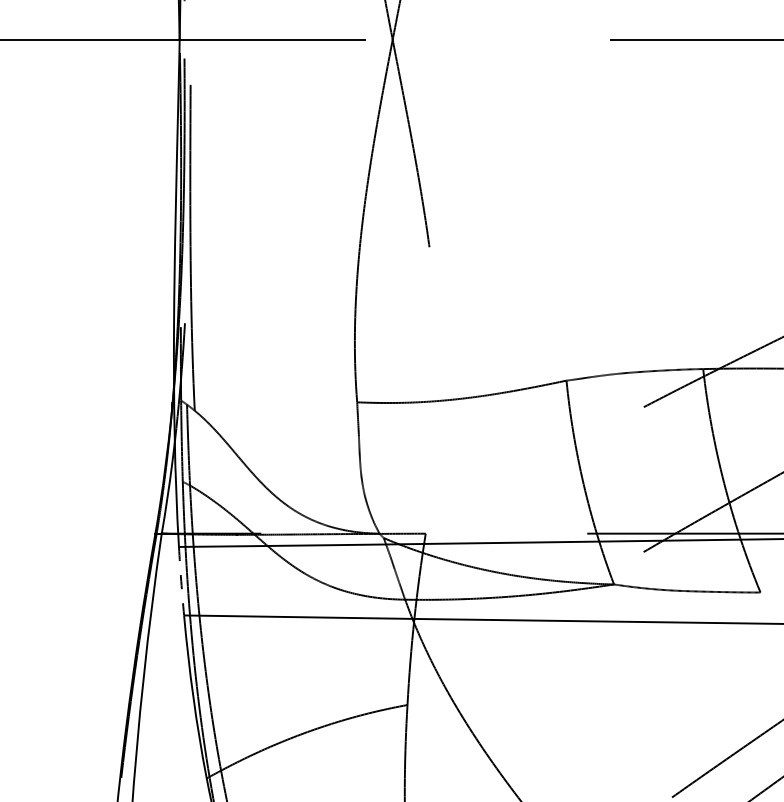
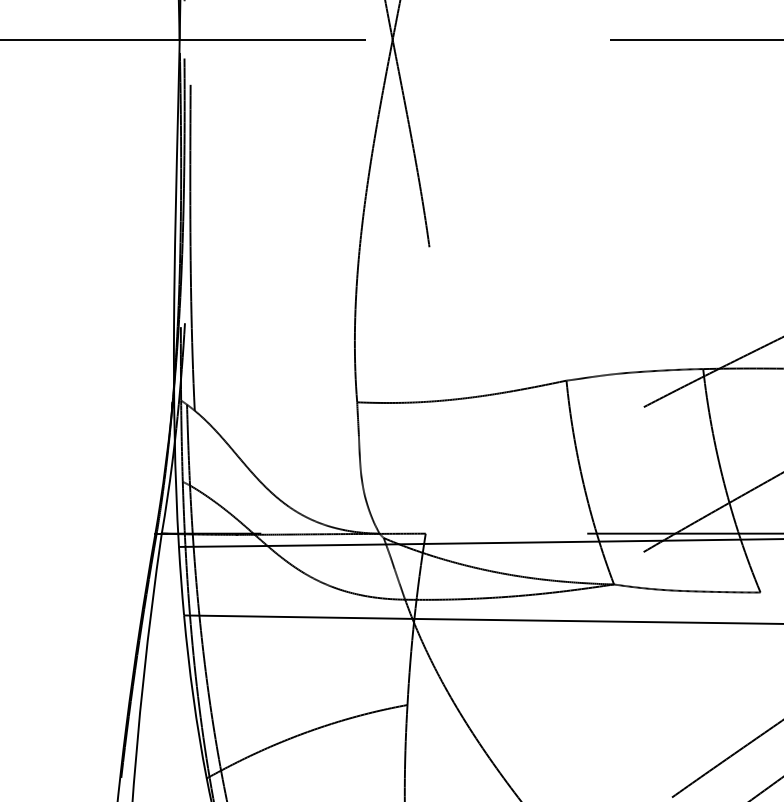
arc at (181, 581): dashed -> solid
